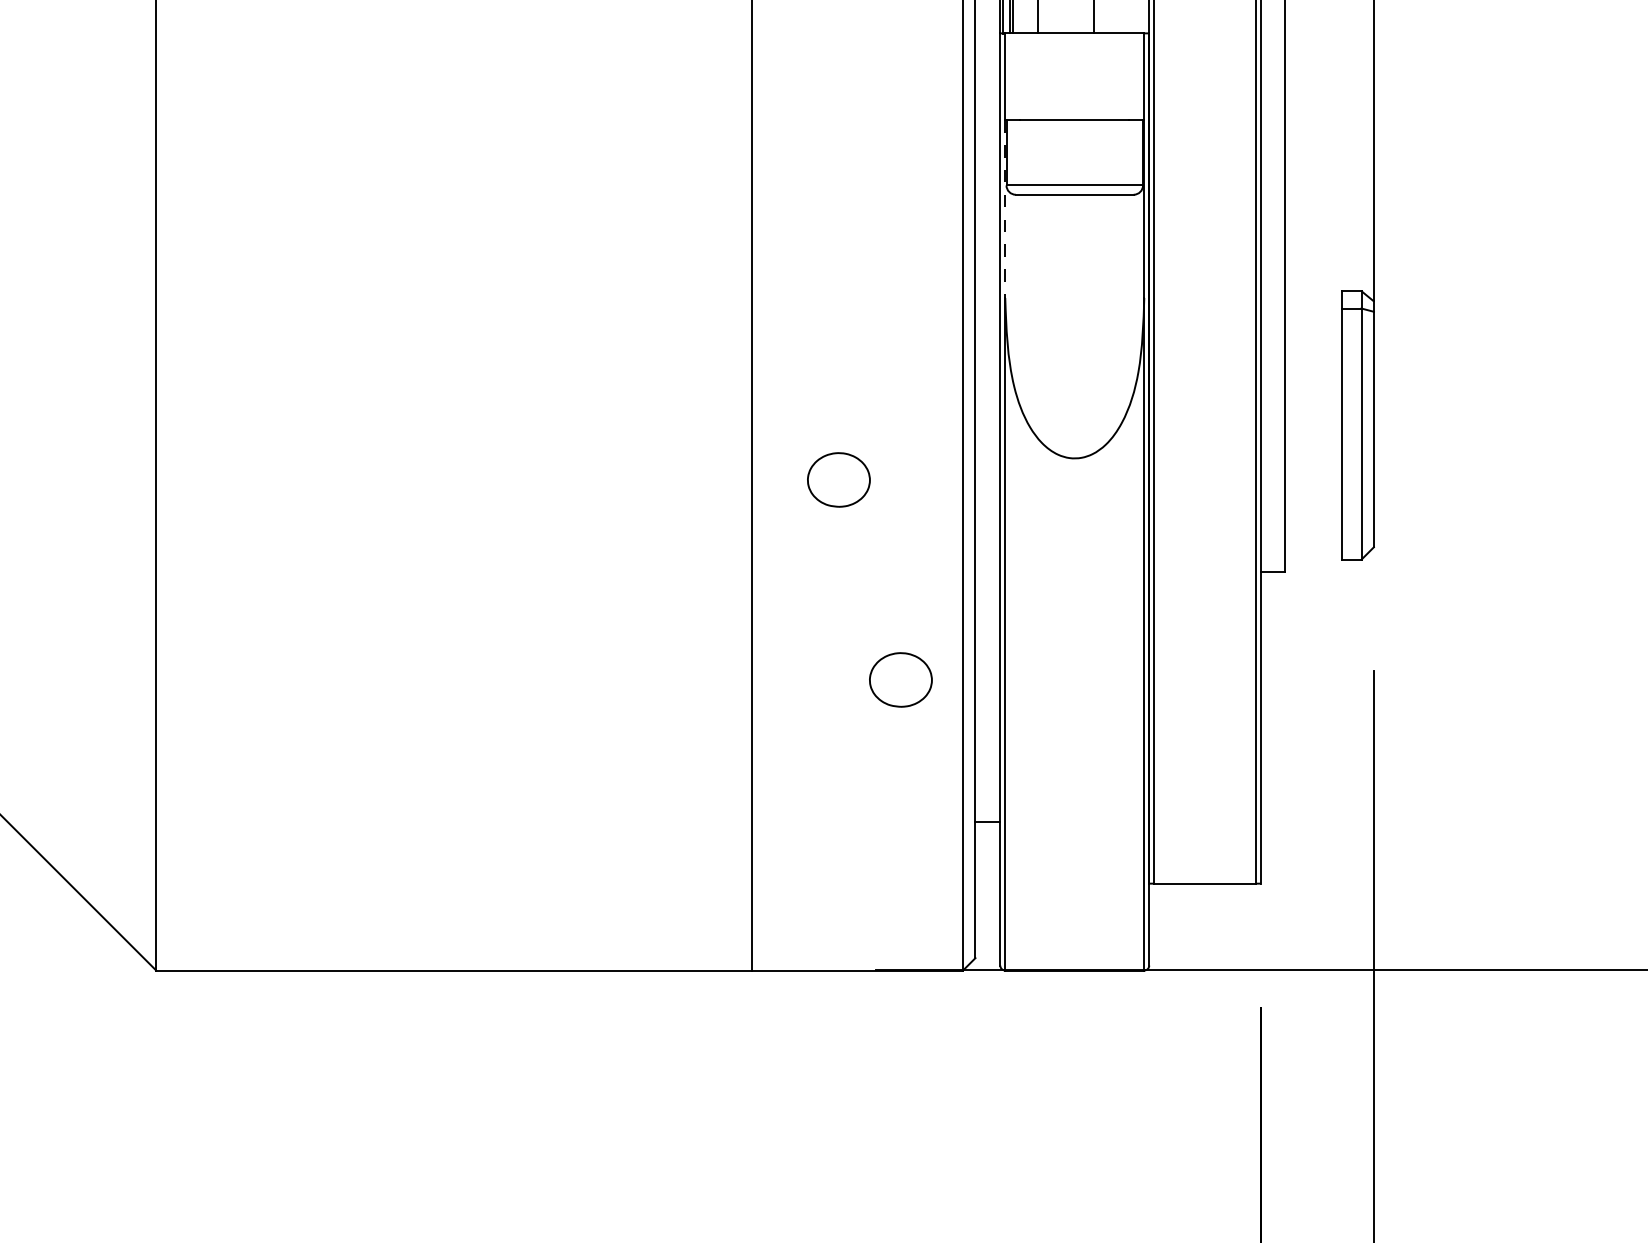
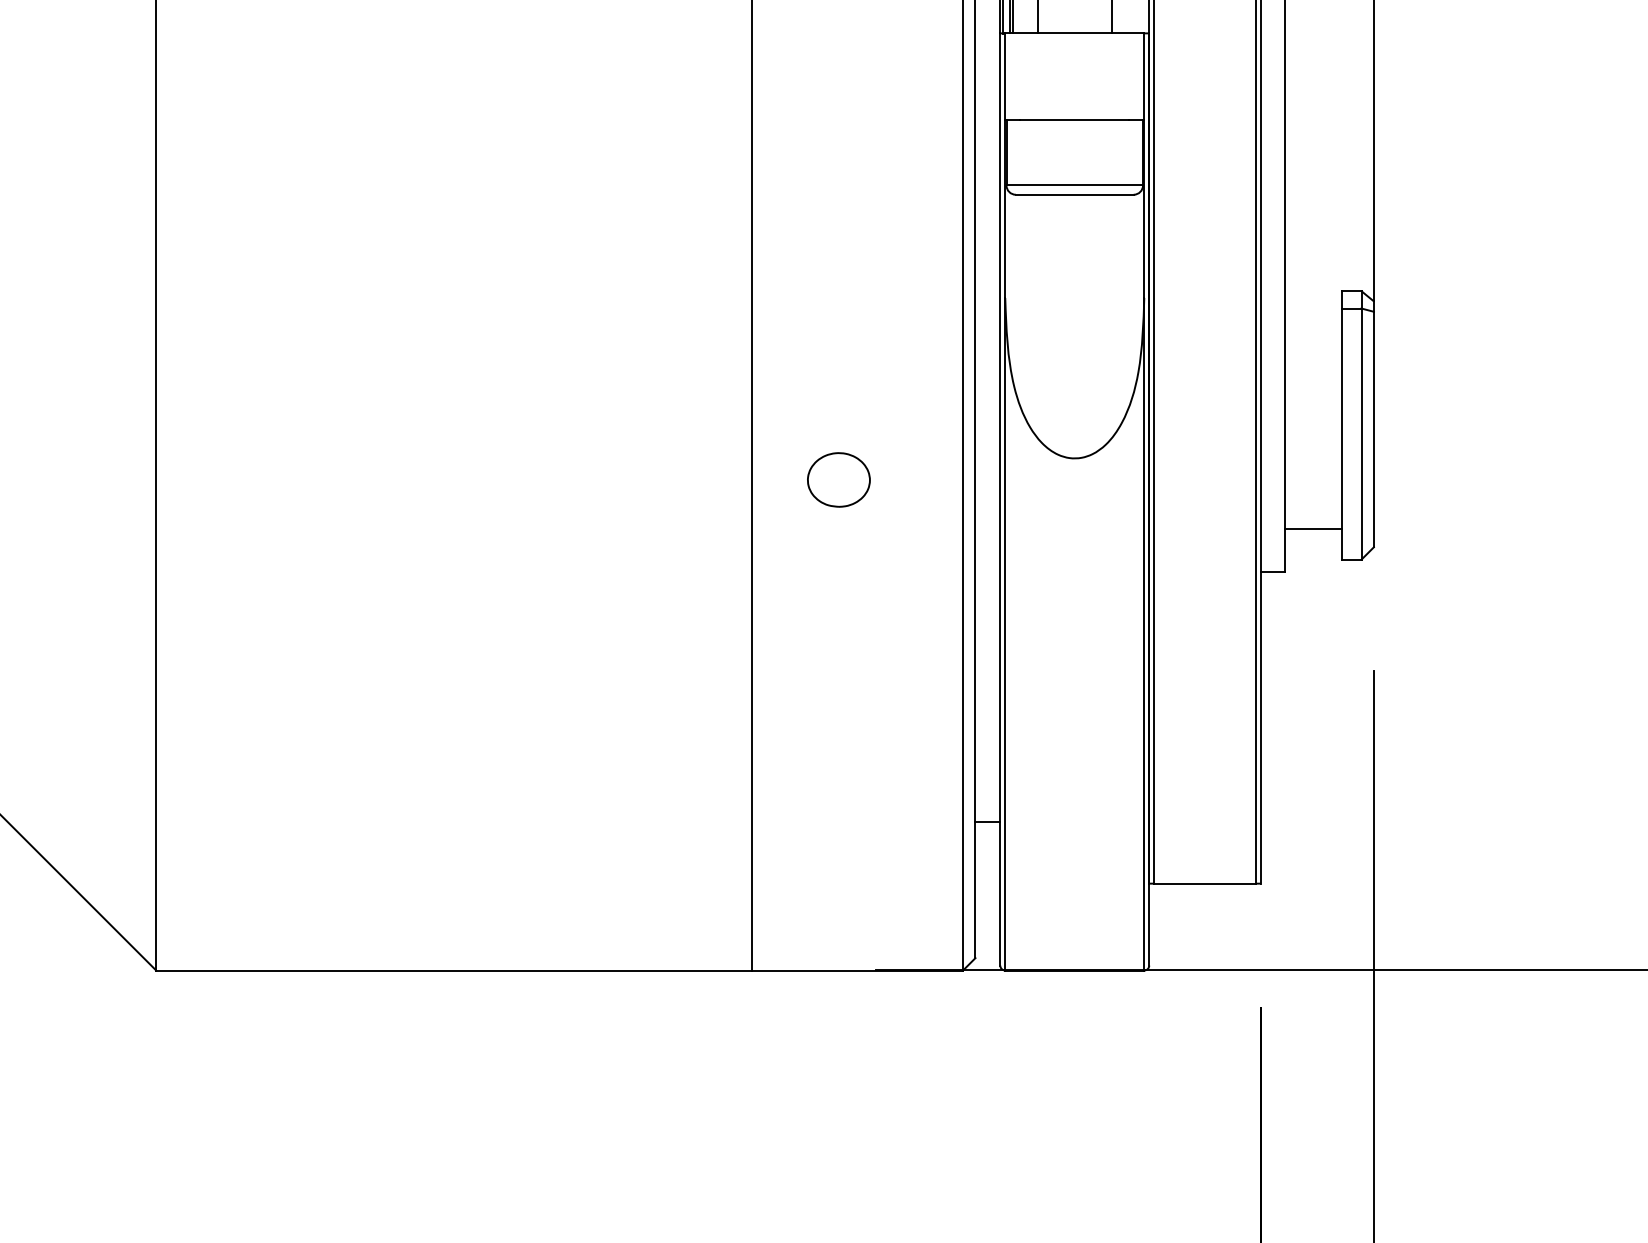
line at (1094, 17) position: (1094, 17) -> (1112, 17)
line at (1005, 209): dashed -> solid
line at (1312, 528): none -> present
part at (900, 679): present -> none
